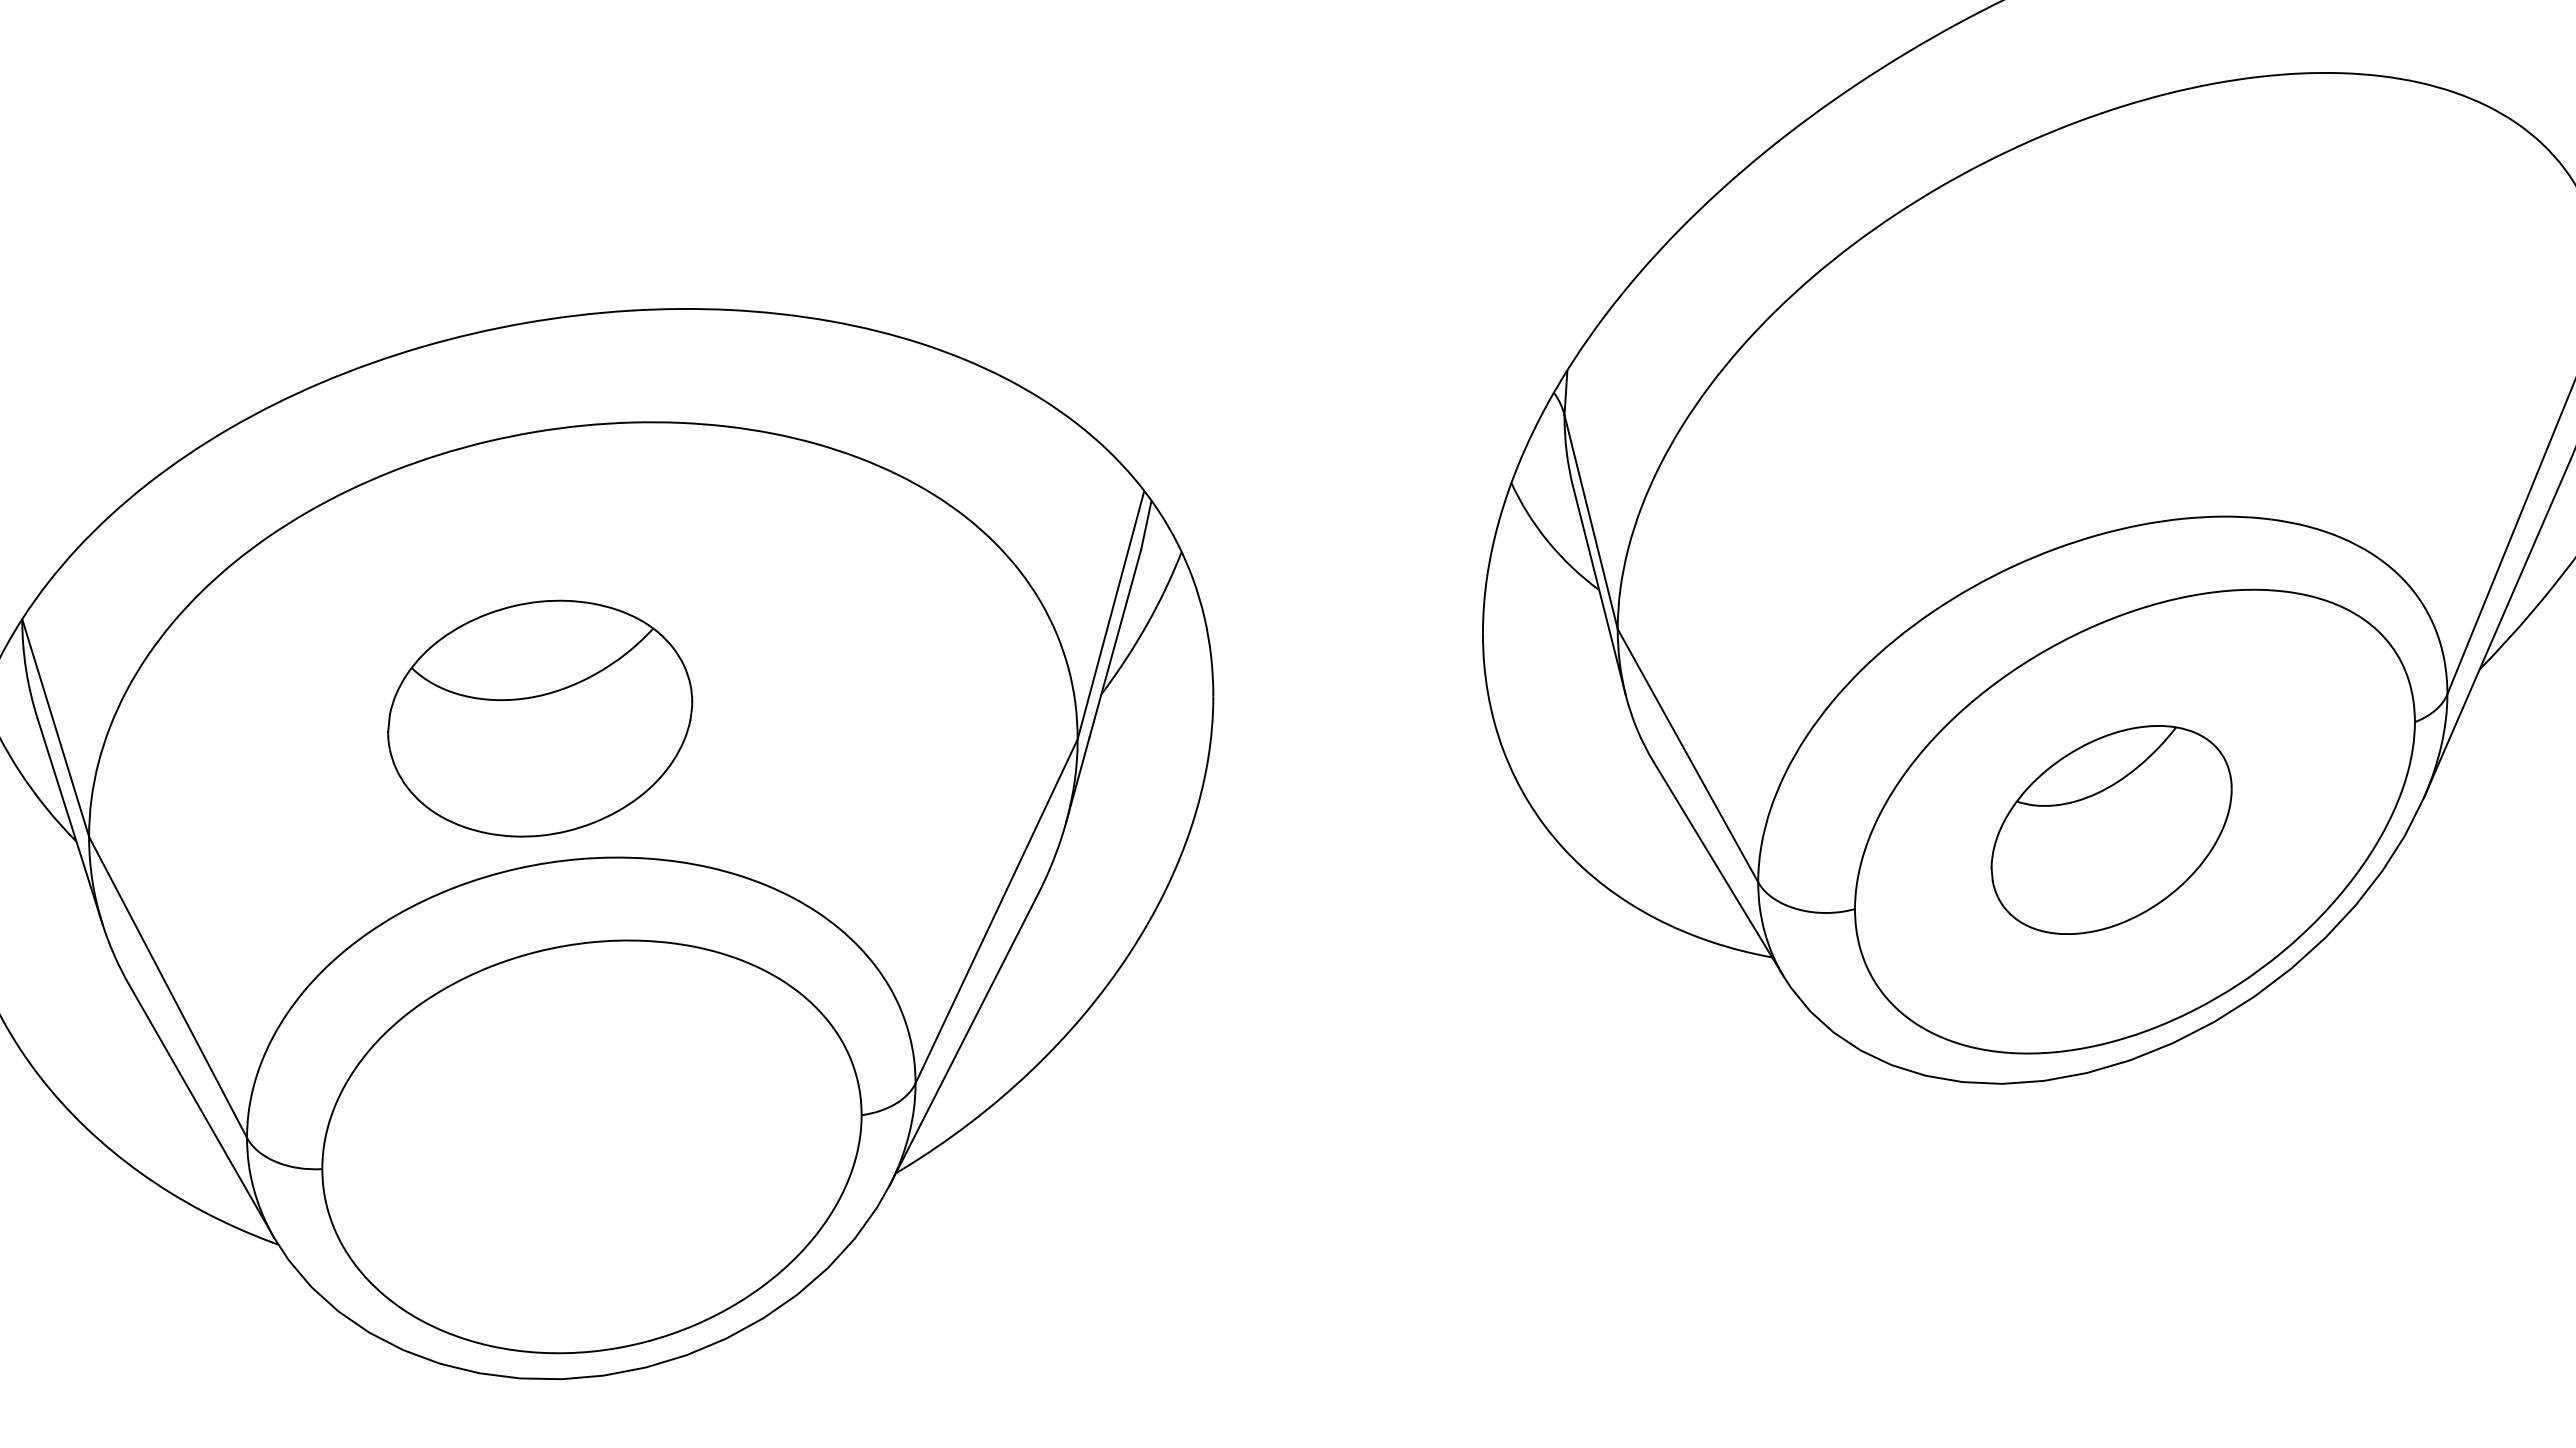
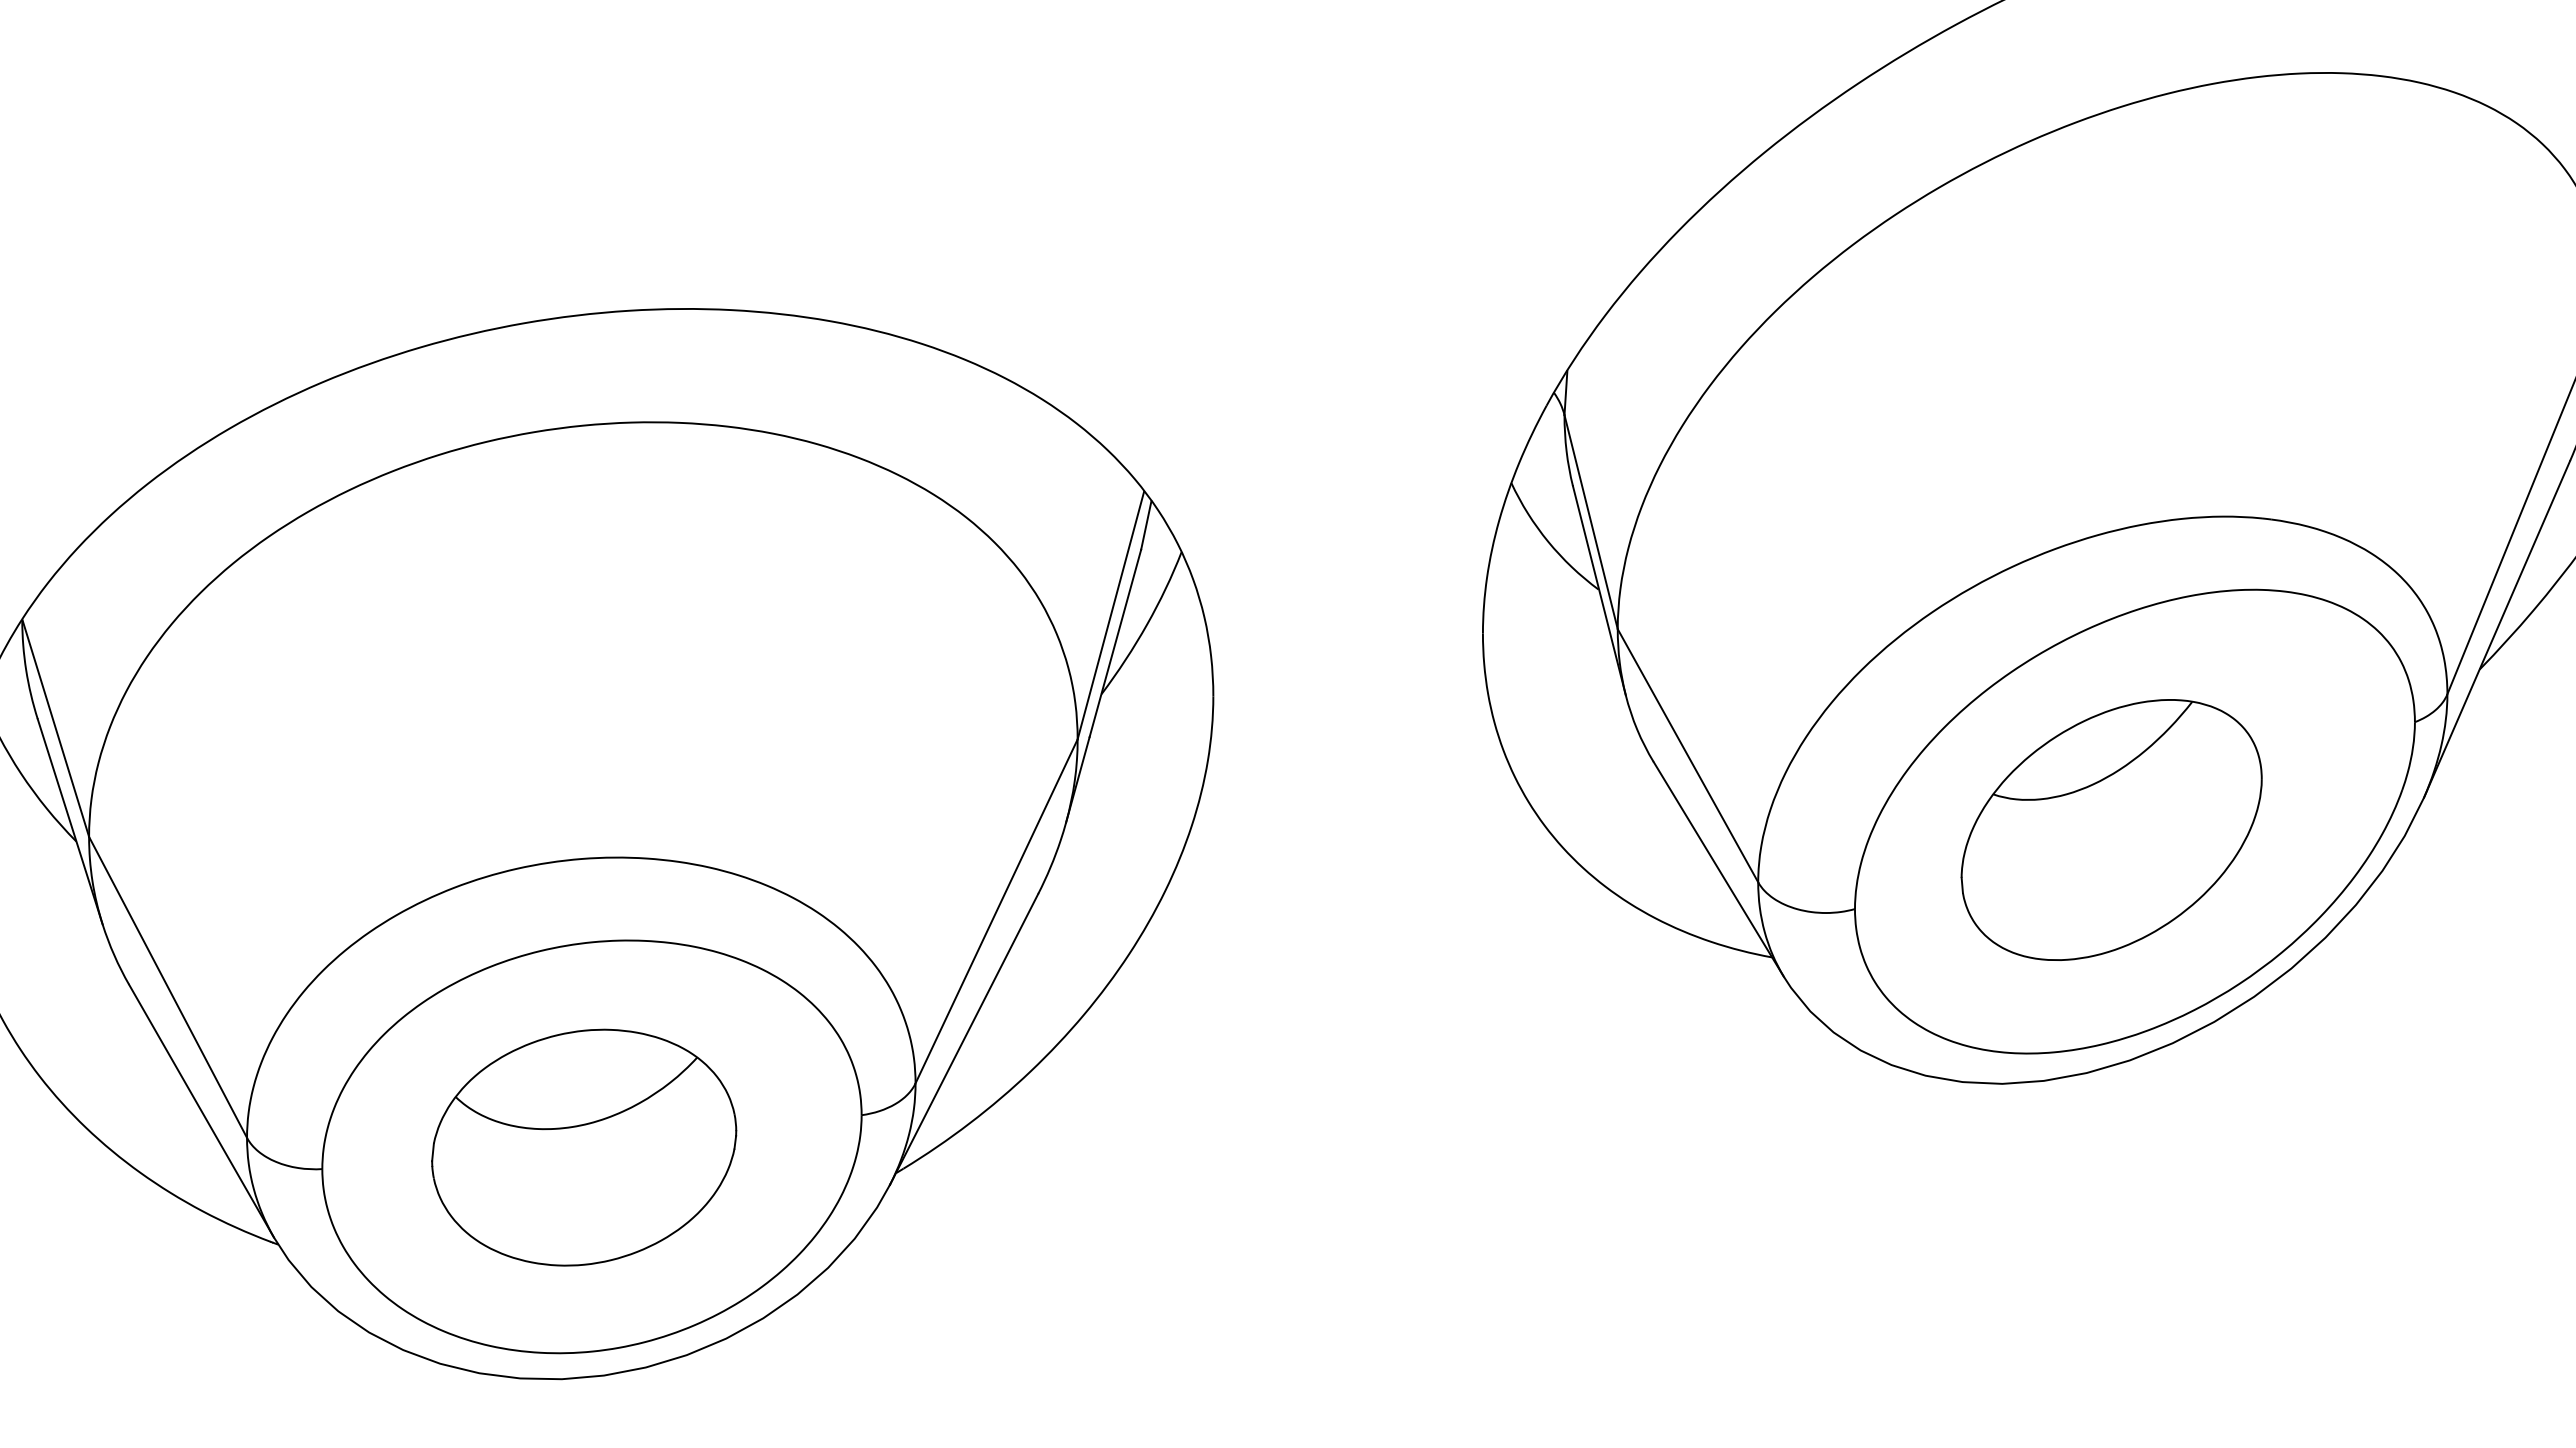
part at (540, 718) position: (540, 718) -> (584, 1147)
part at (2111, 829) size: 243x210 px -> 303x262 px
